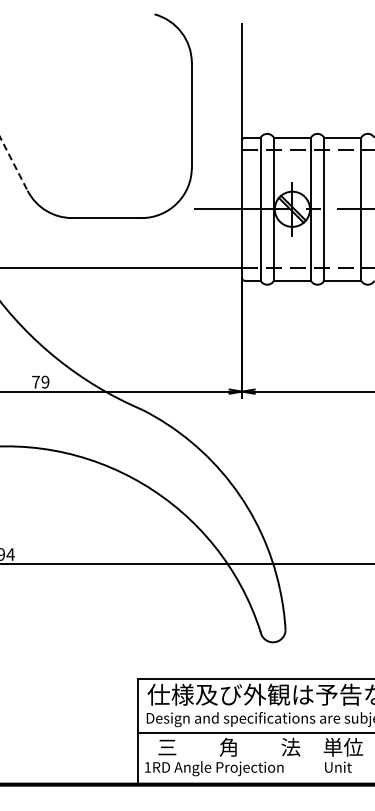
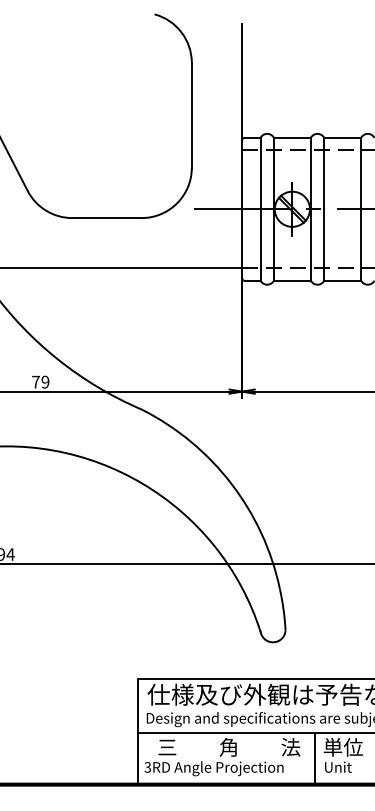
line at (13, 164): dashed -> solid
line at (315, 757): none -> present
text at (147, 767): 1RD -> 3RD
